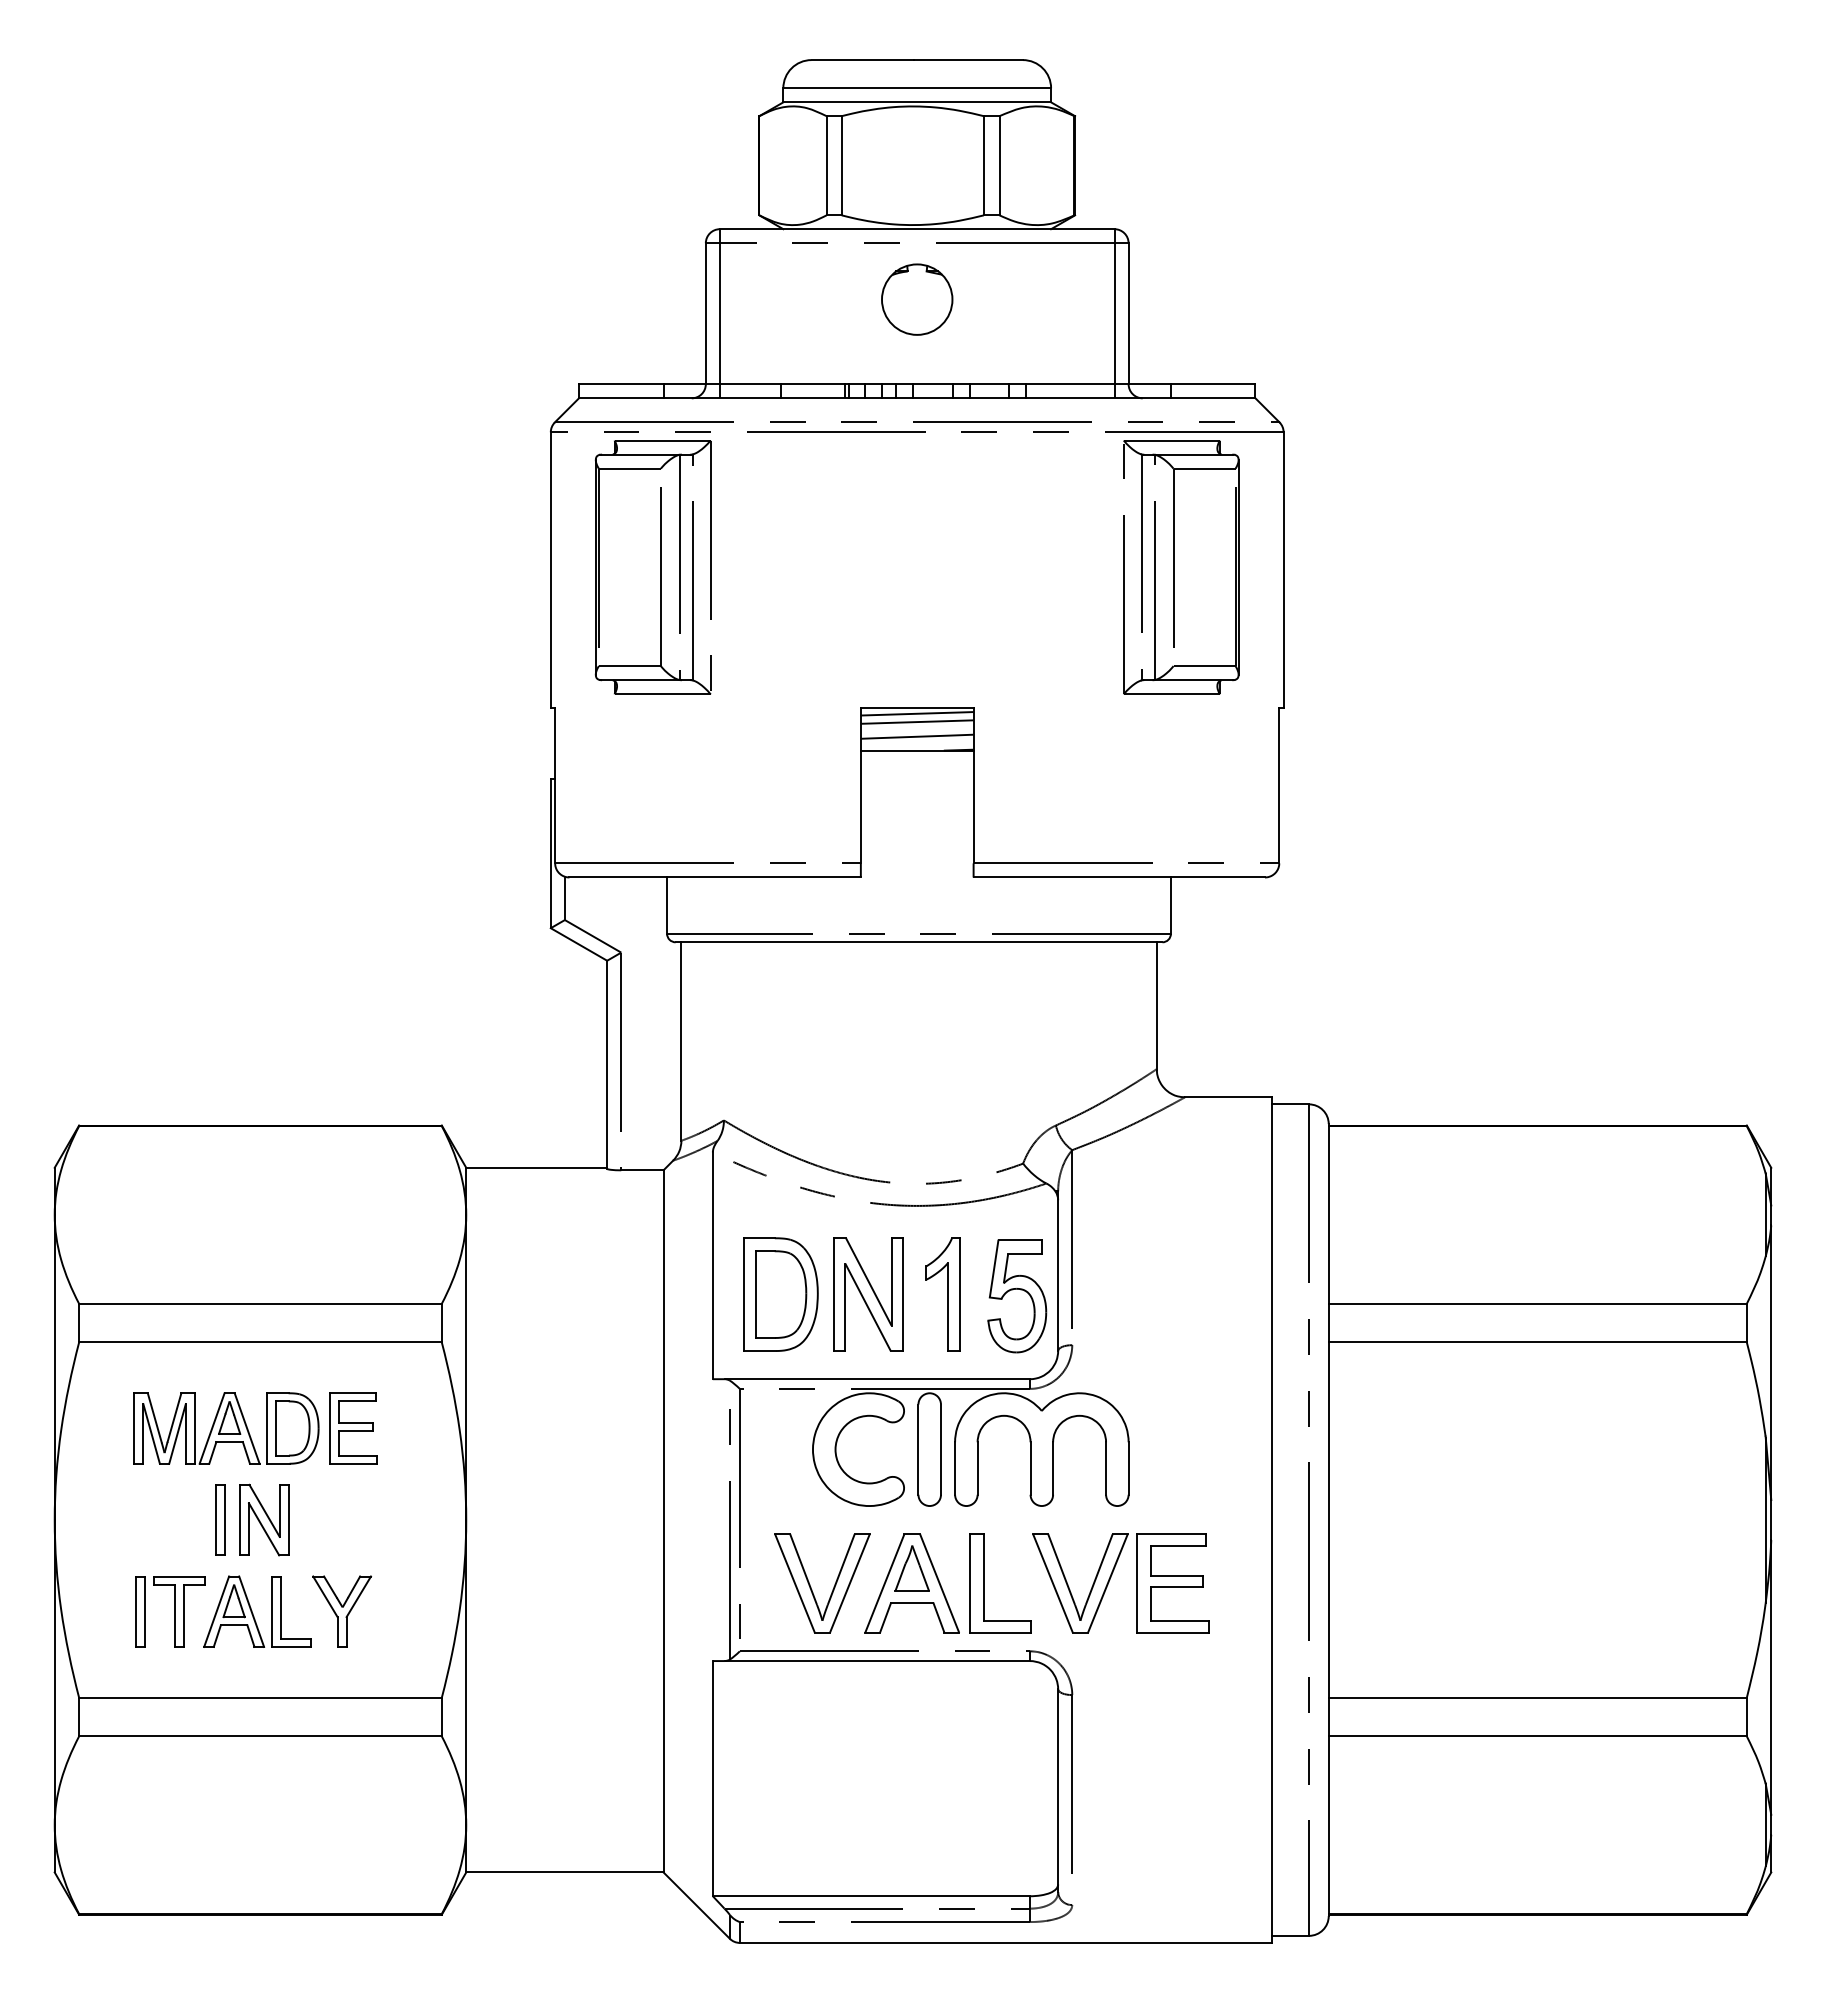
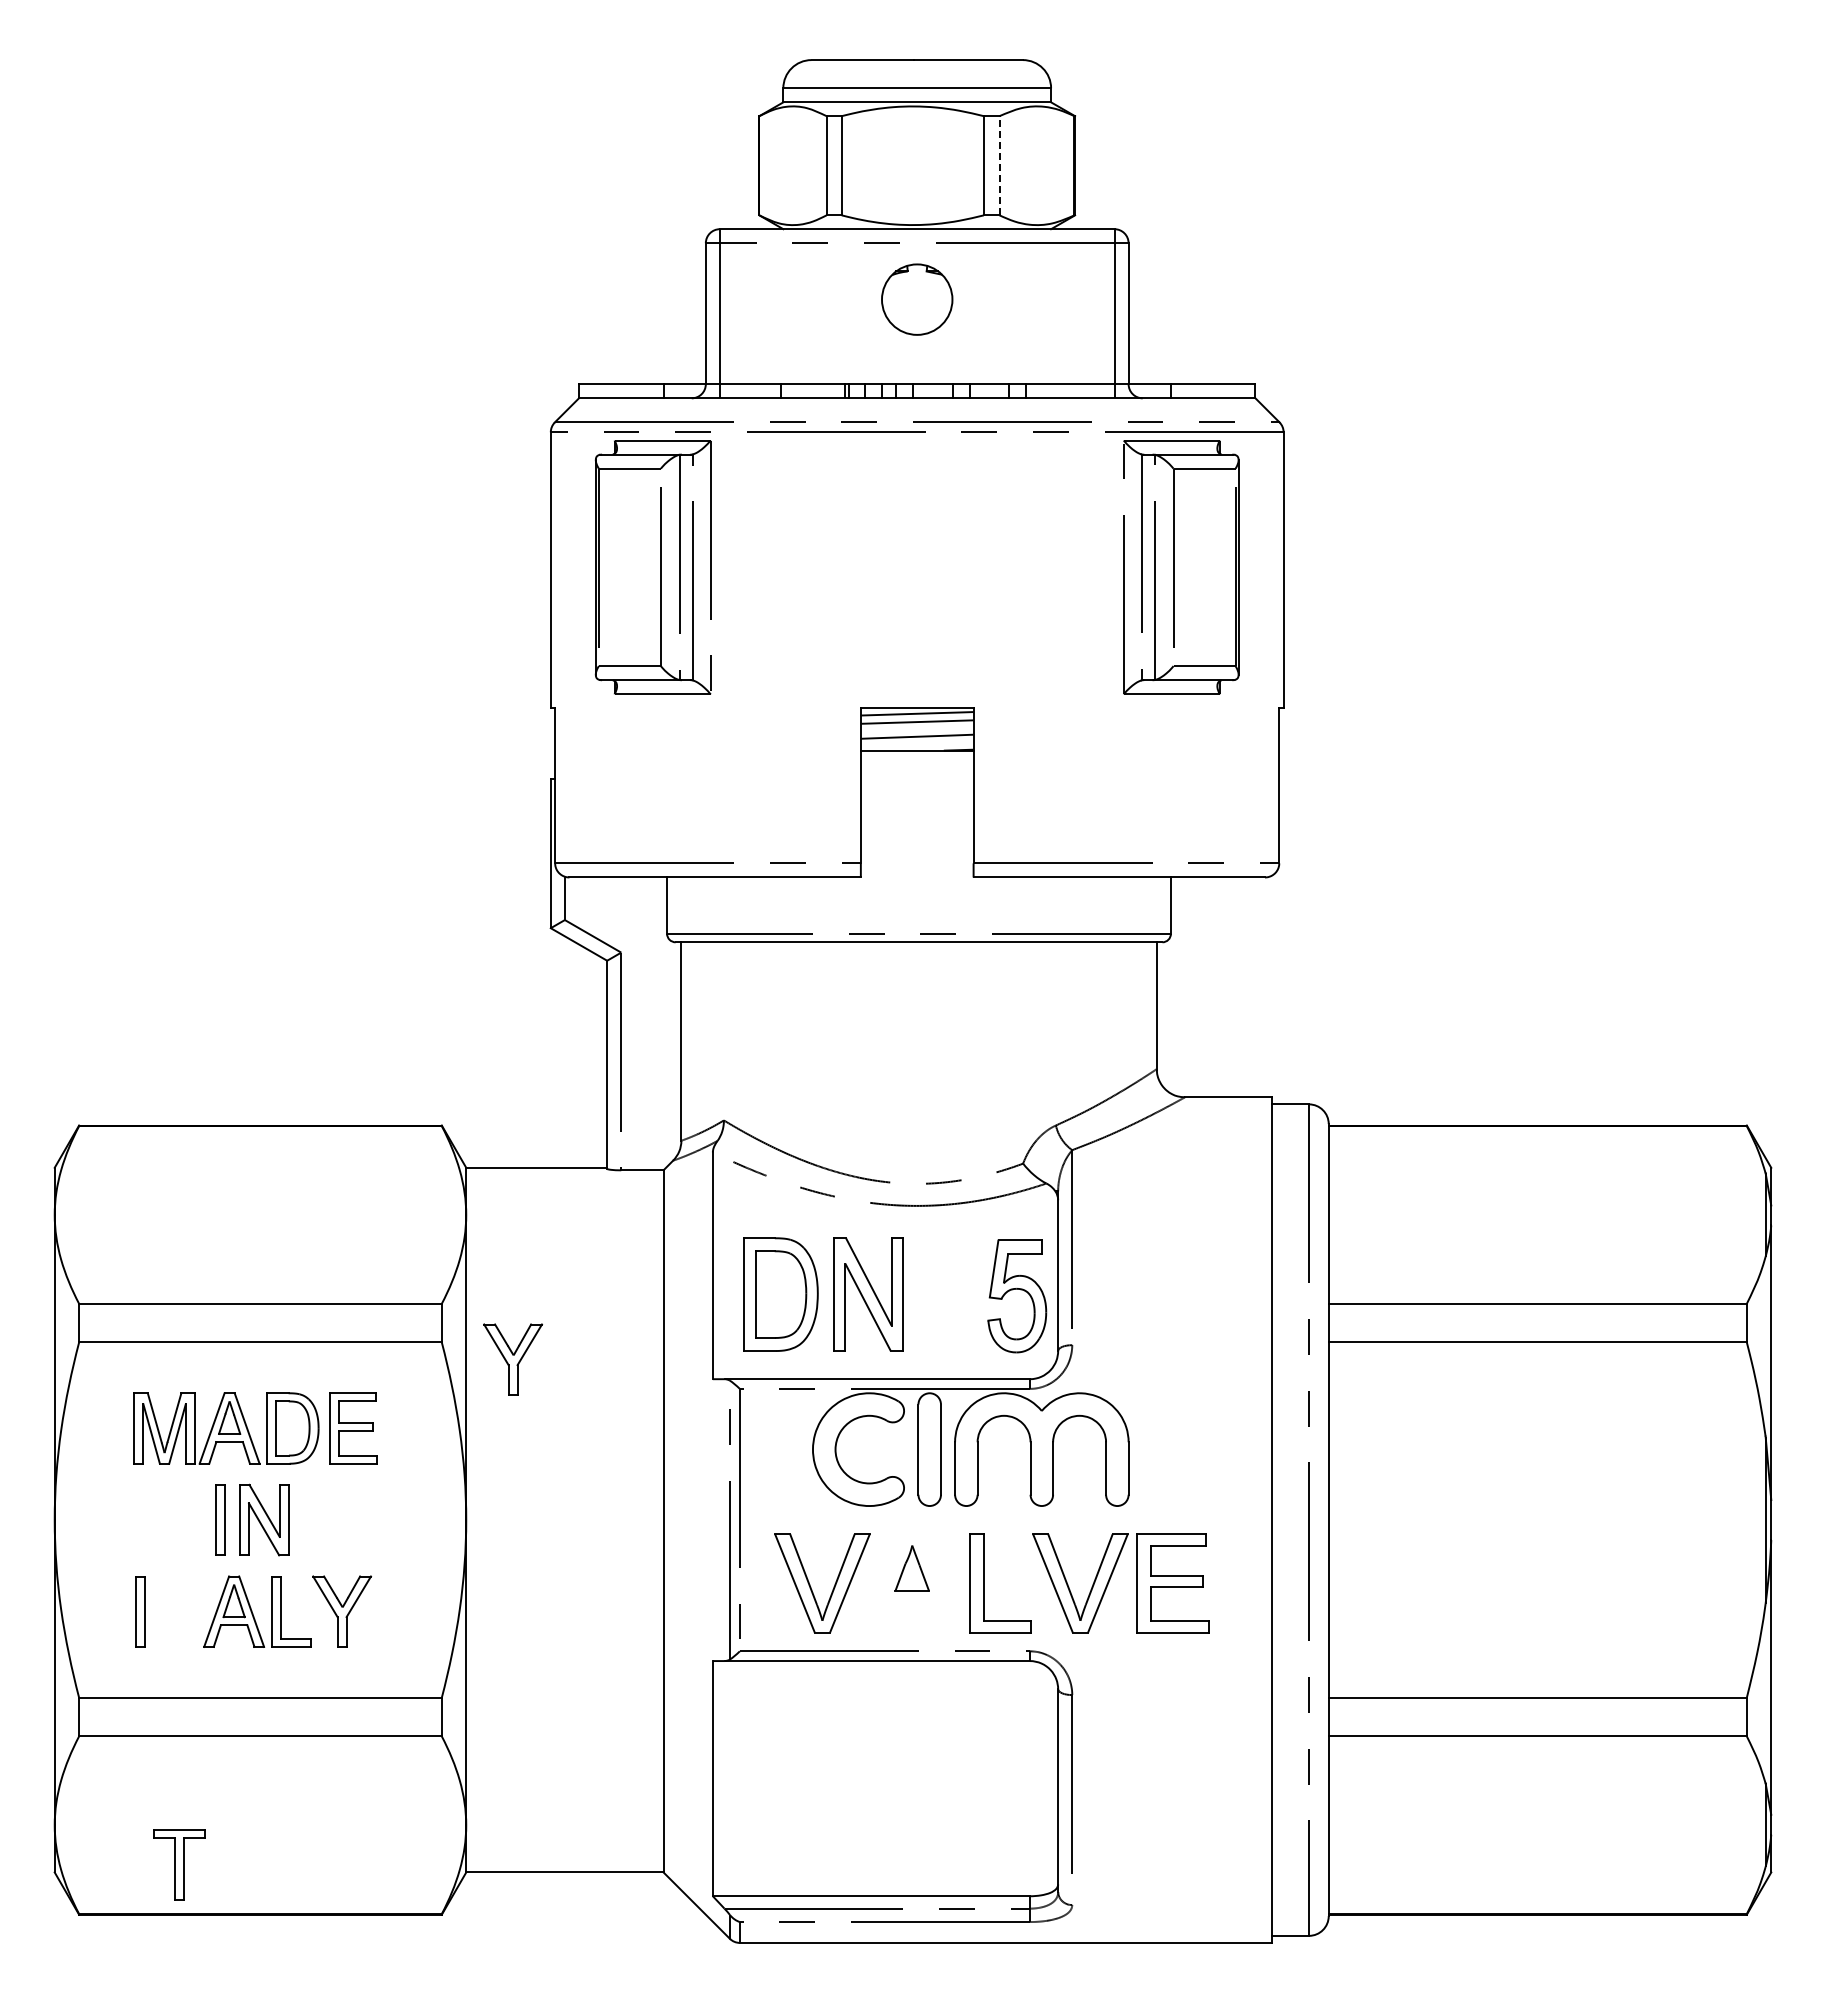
line at (999, 165): solid -> dashed
part at (942, 1294): present -> none
part at (513, 1359): none -> present
part at (911, 1583): present -> none
part at (179, 1611) position: (179, 1611) -> (179, 1864)
